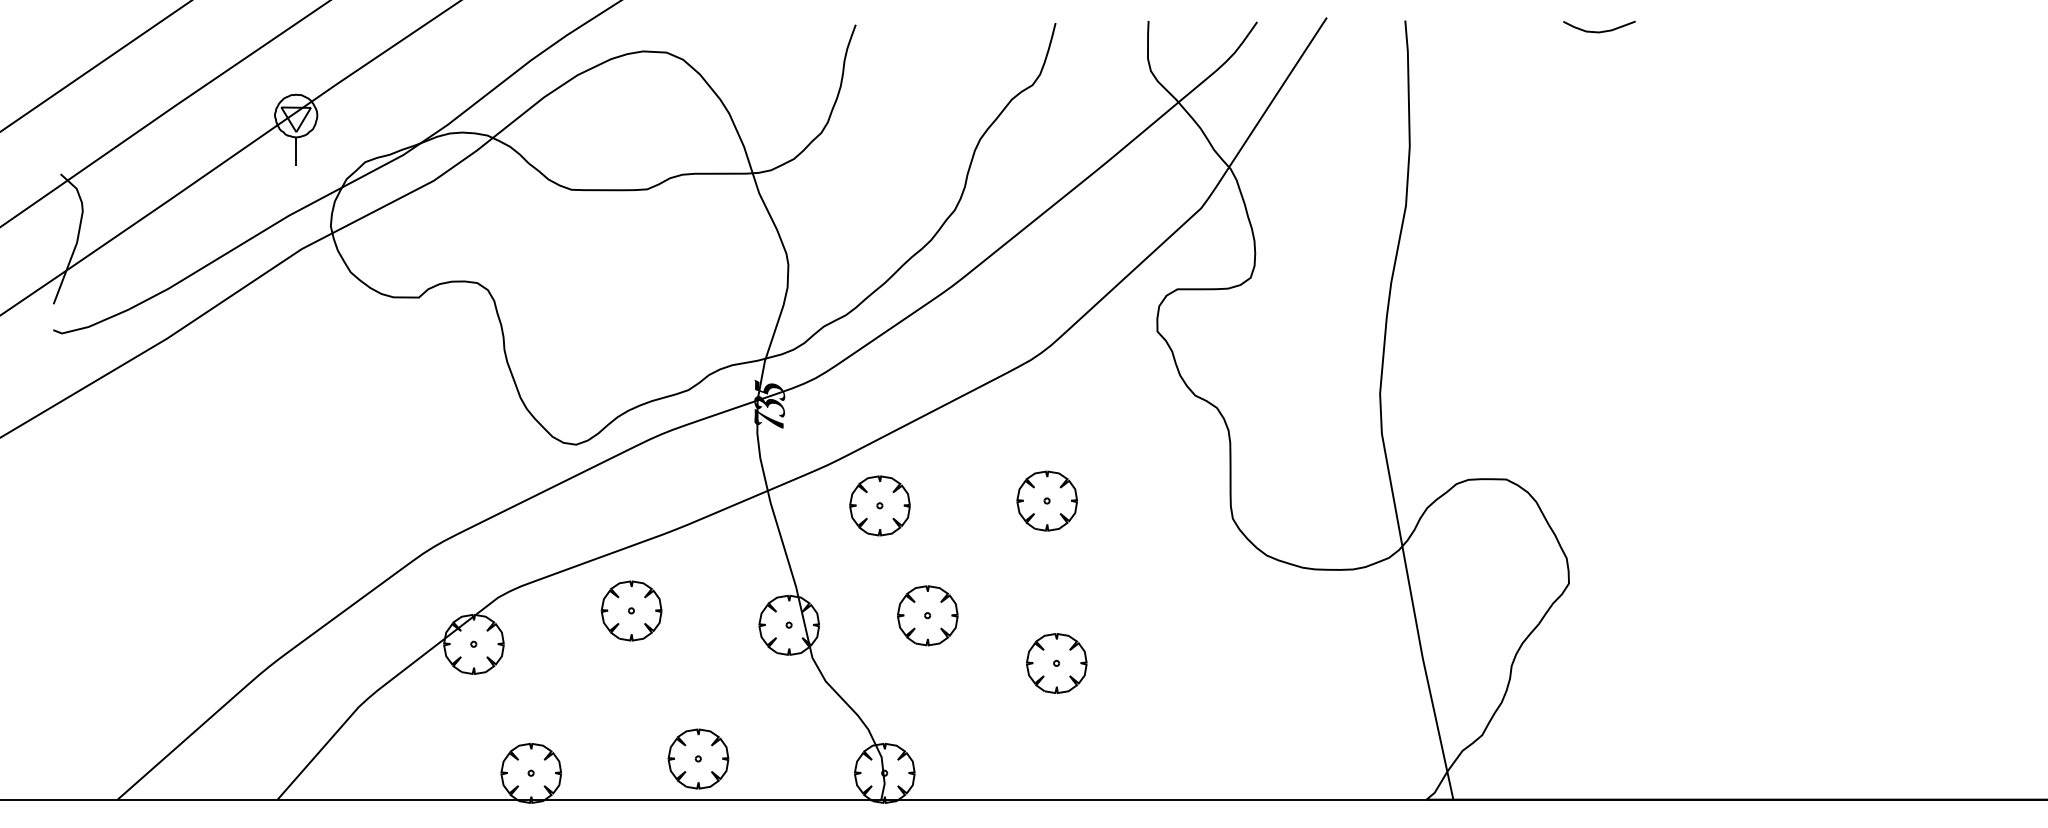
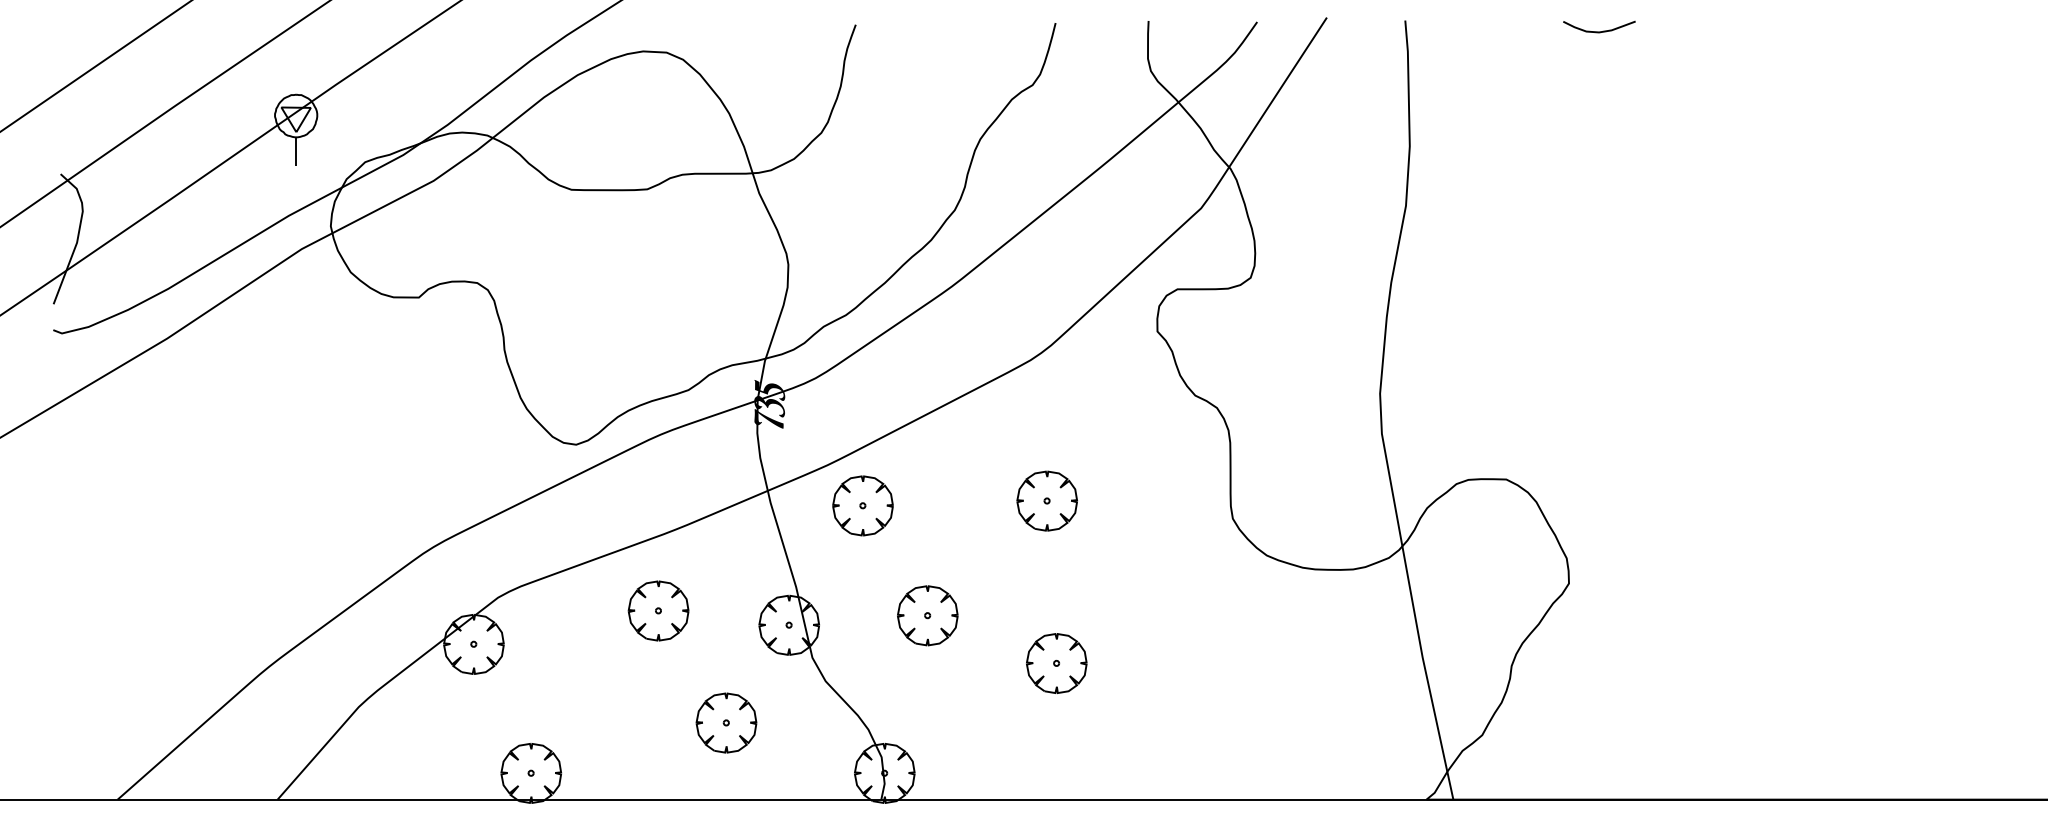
part at (879, 505) position: (879, 505) -> (862, 505)
part at (631, 610) position: (631, 610) -> (658, 610)
part at (698, 758) position: (698, 758) -> (726, 722)
